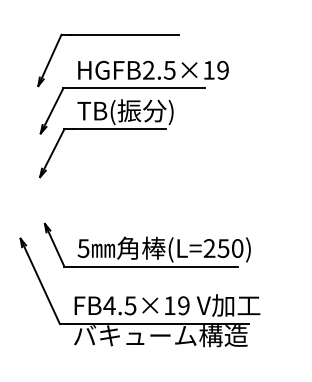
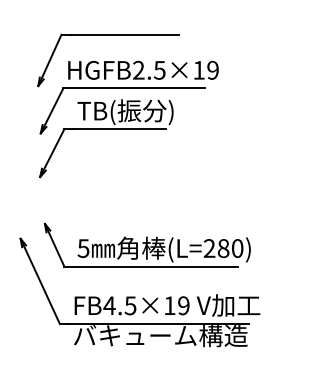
text at (153, 69) position: (153, 69) -> (143, 69)
text at (223, 248): (L=250) -> (L=280)
